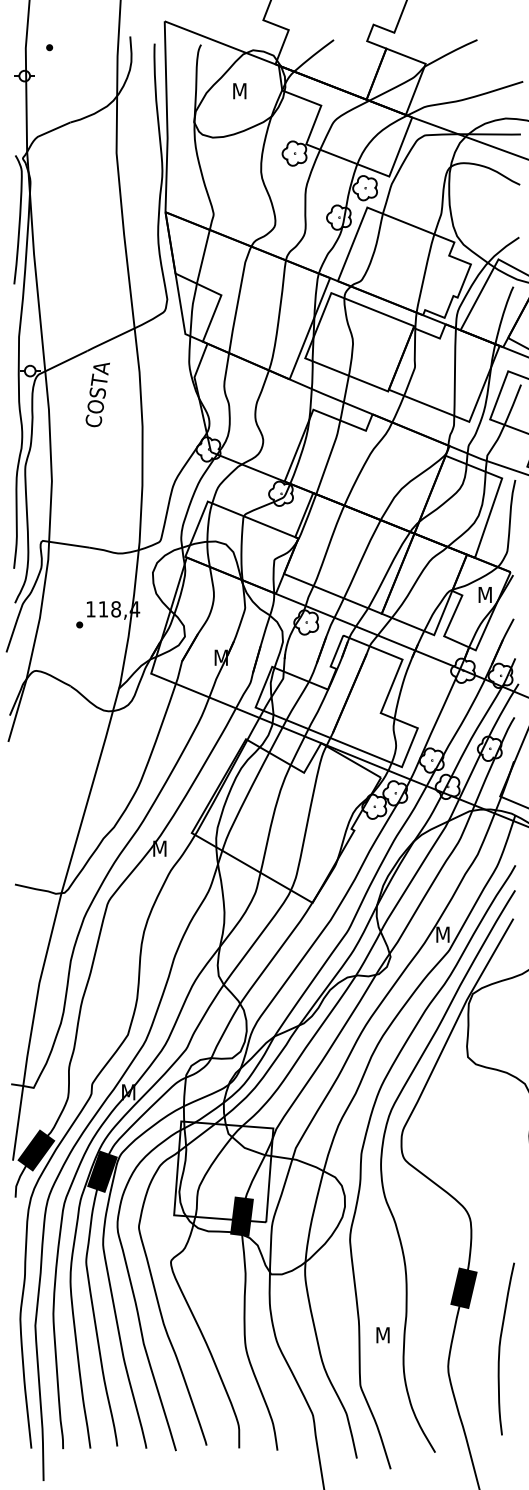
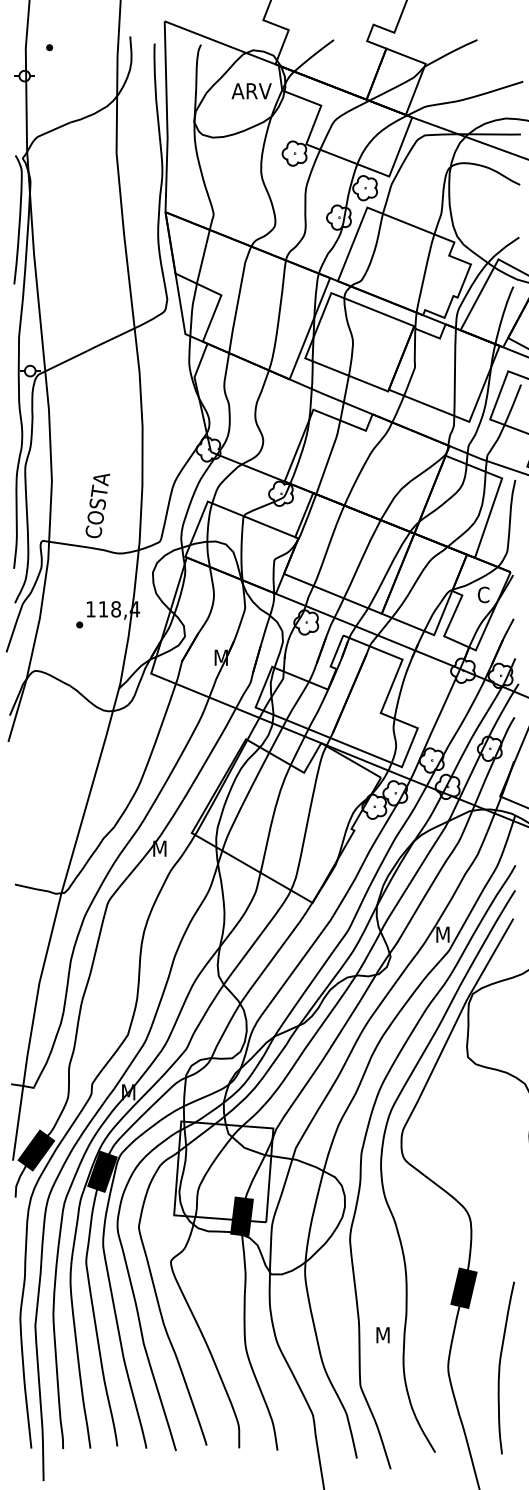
text at (251, 91): M -> ARV
text at (97, 394) position: (97, 394) -> (97, 505)
text at (484, 594): M -> C
curve at (500, 1348) position: (500, 1348) -> (500, 1367)
